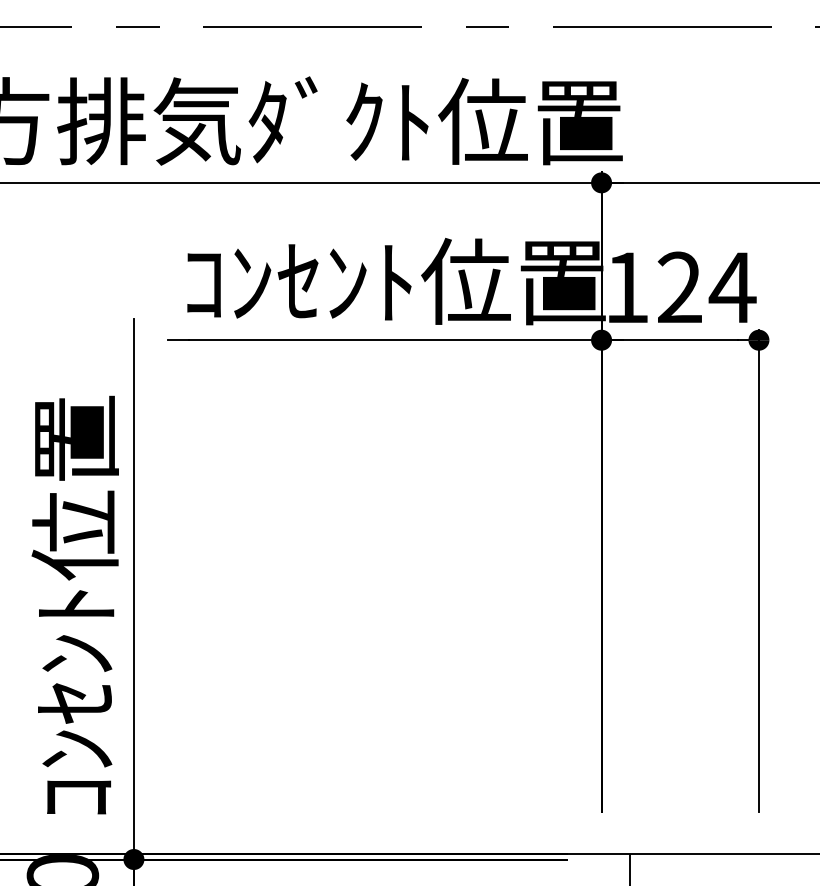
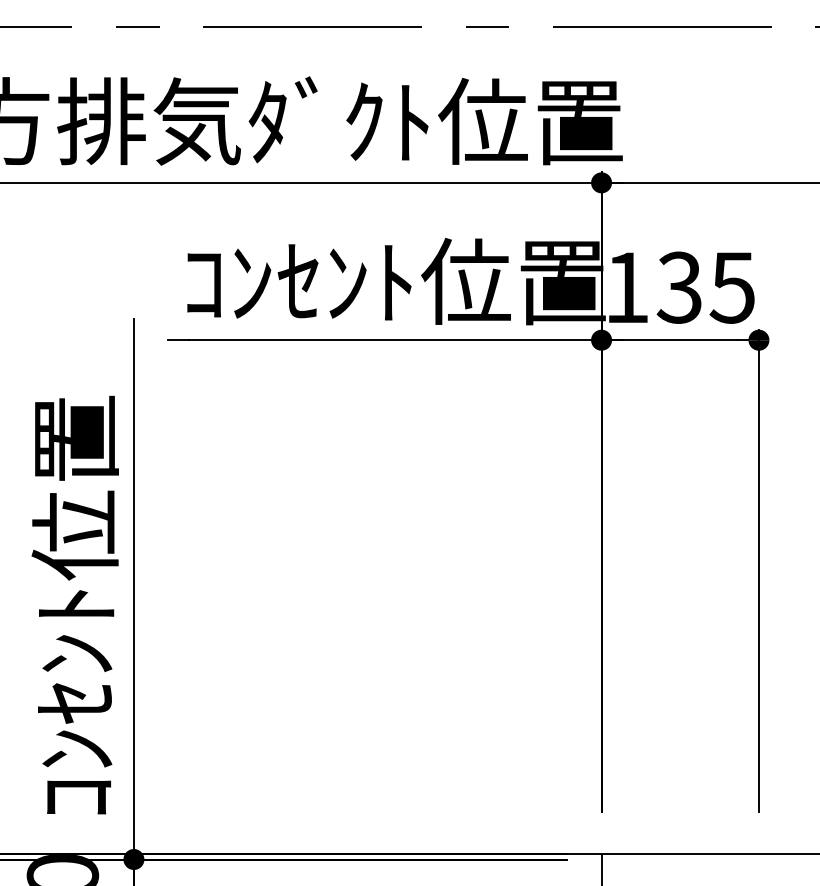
text at (706, 287): 124 -> 135
line at (629, 867) position: (629, 867) -> (601, 867)
